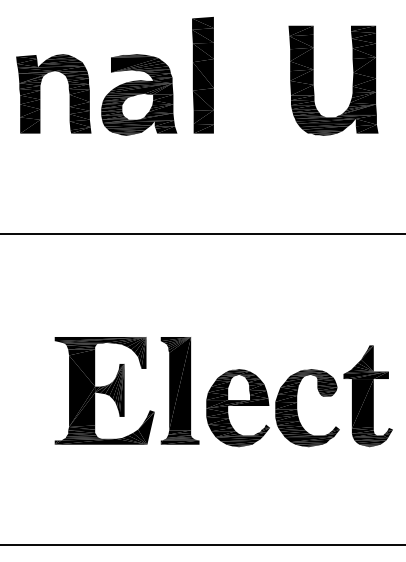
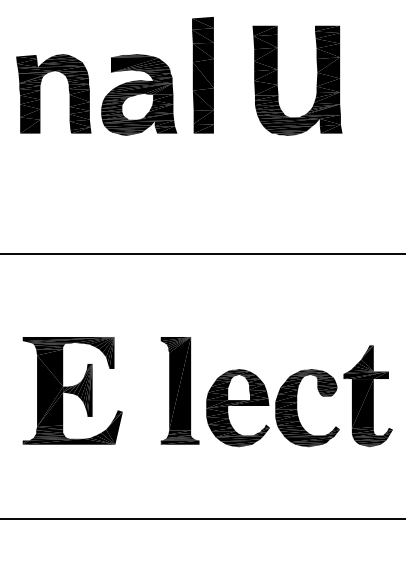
part at (352, 82) position: (352, 82) -> (316, 82)
line at (202, 234) position: (202, 234) -> (202, 254)
part at (104, 390) position: (104, 390) -> (72, 390)
line at (202, 545) position: (202, 545) -> (202, 519)
